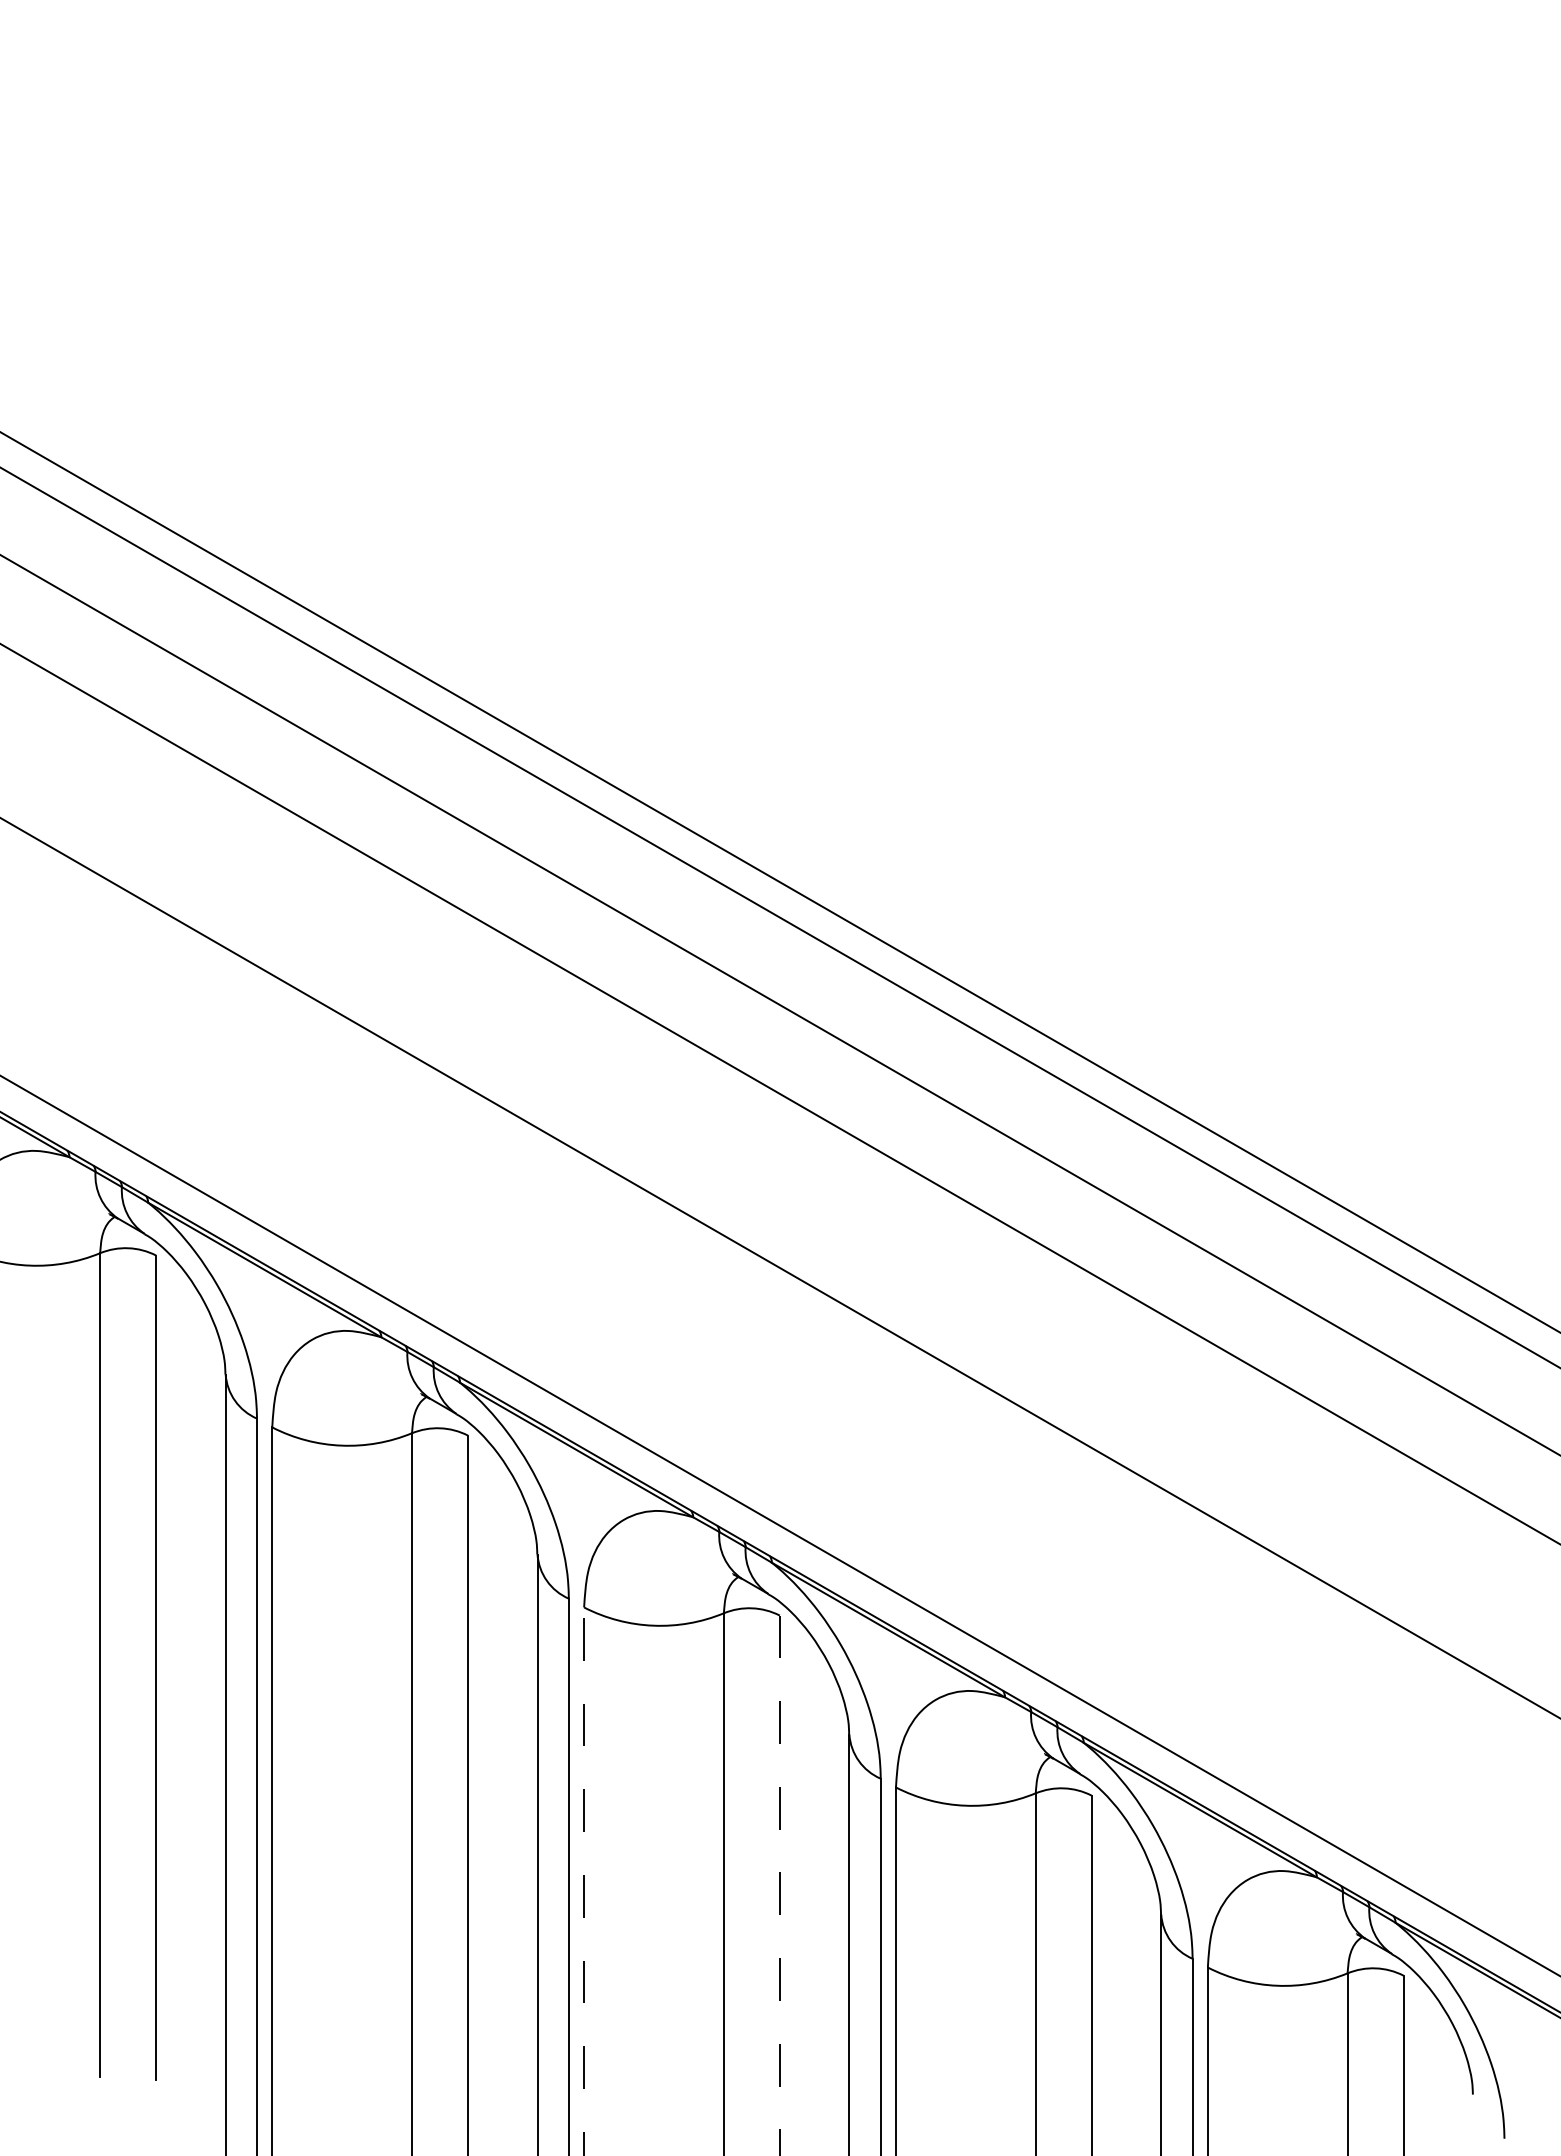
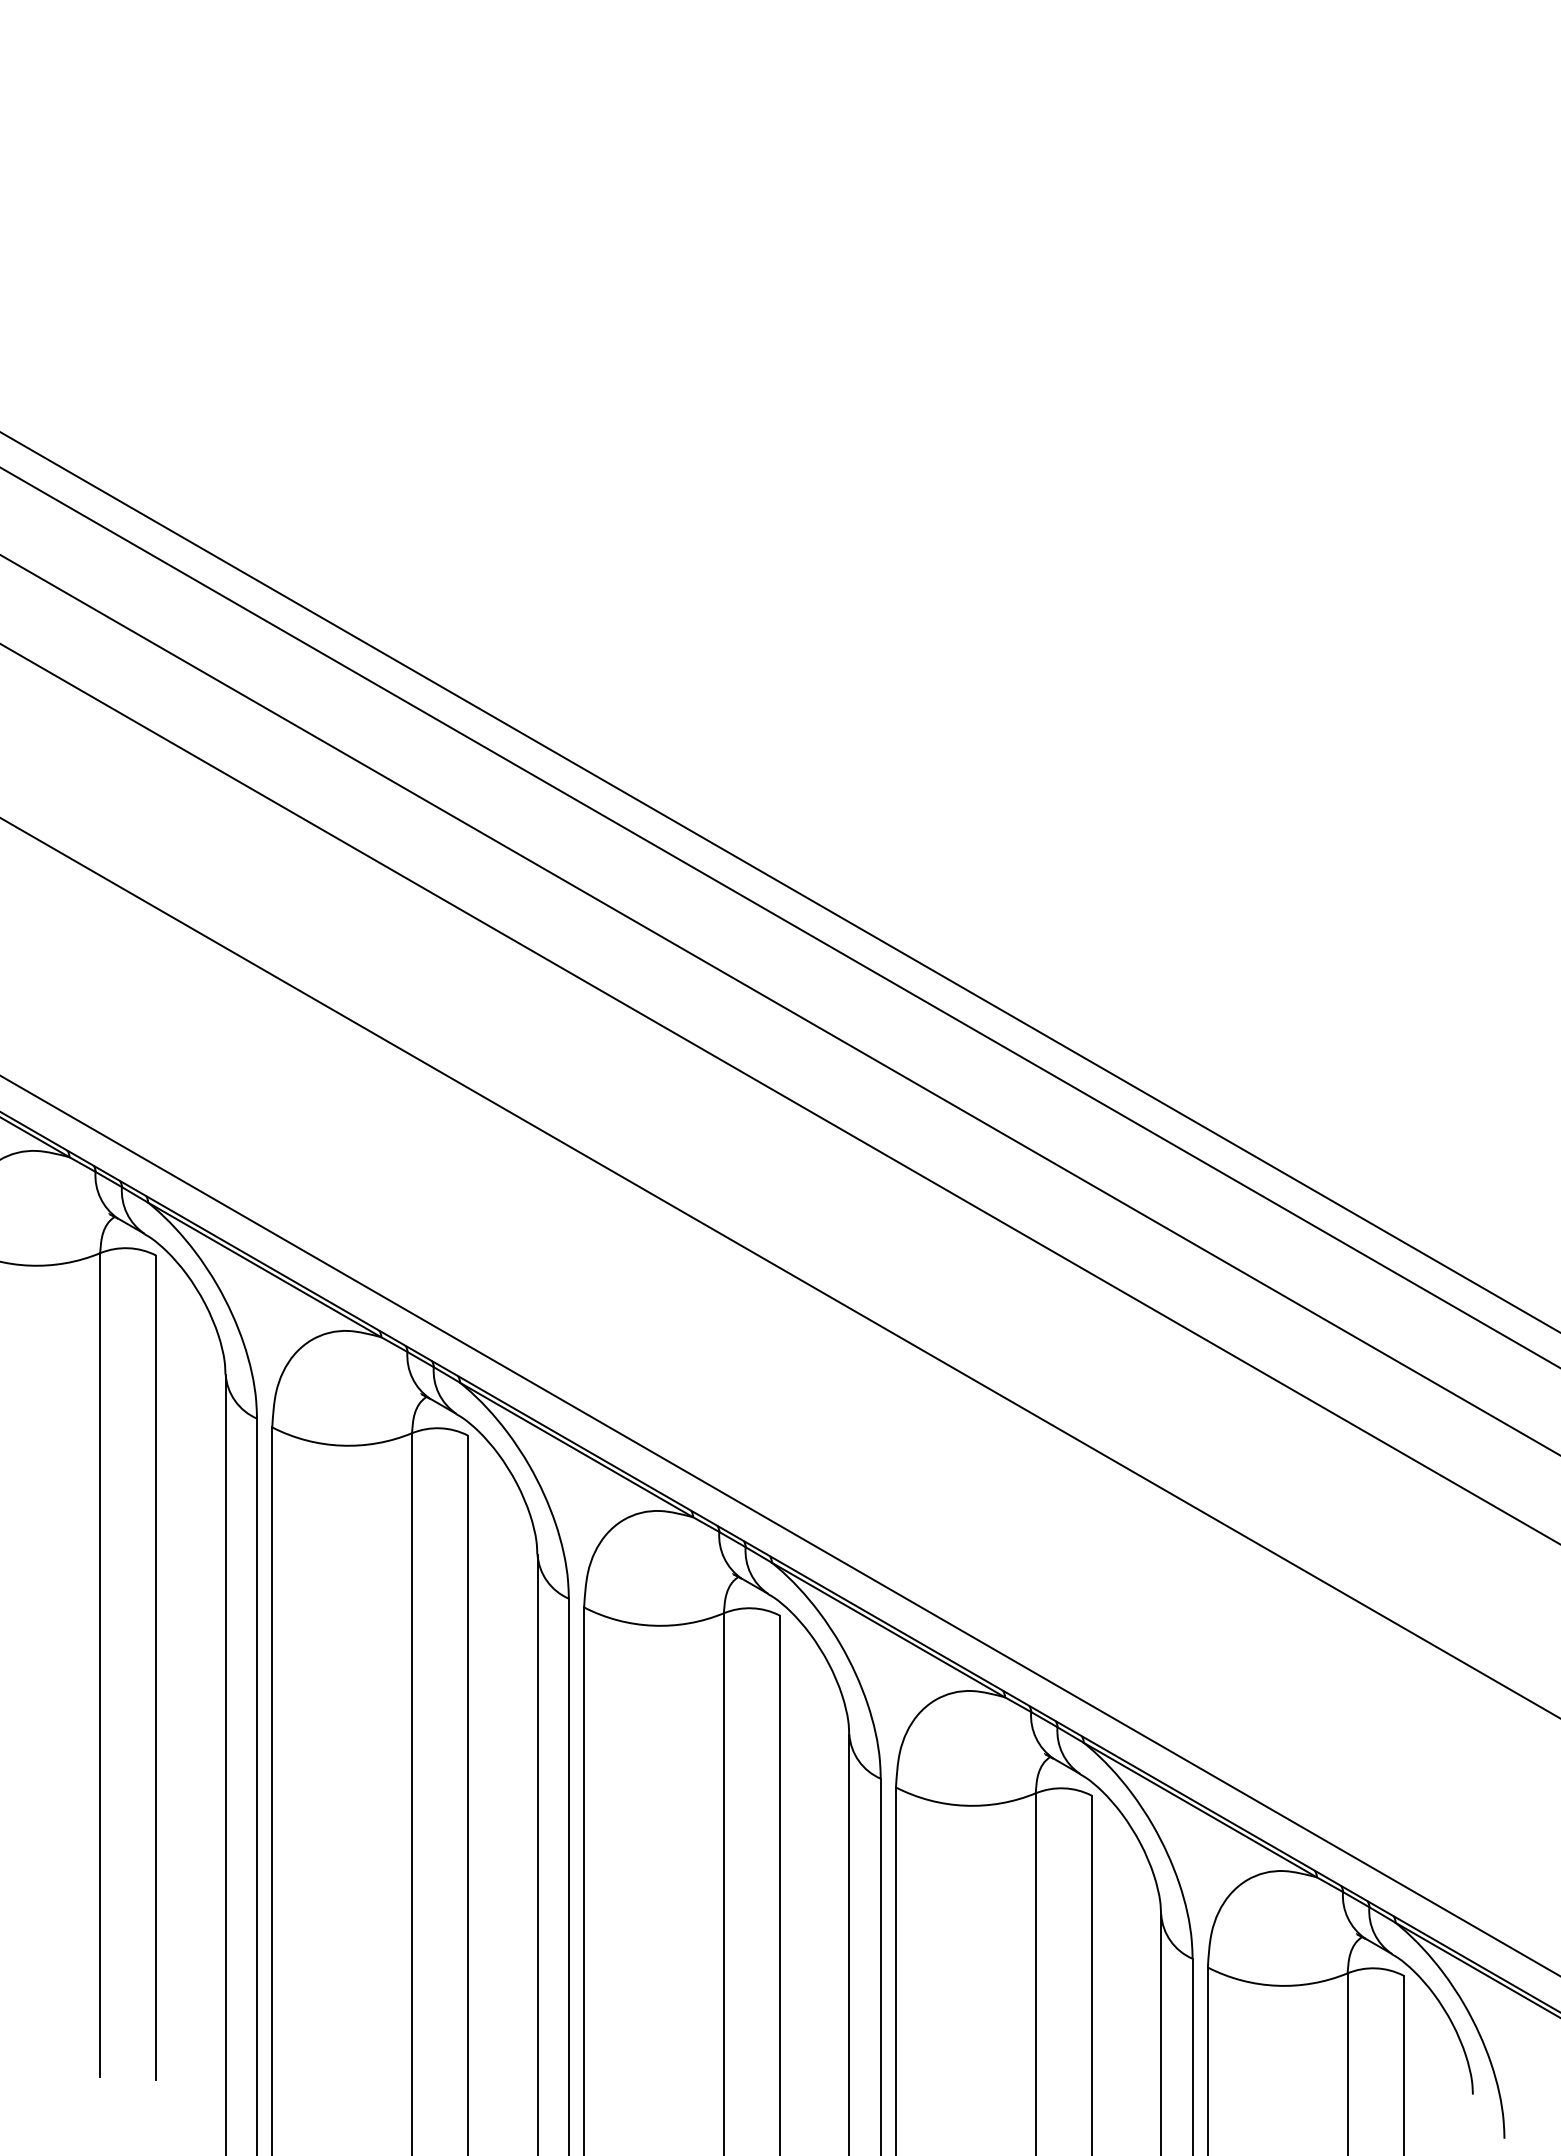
line at (584, 1881): dashed -> solid
line at (779, 1886): dashed -> solid
